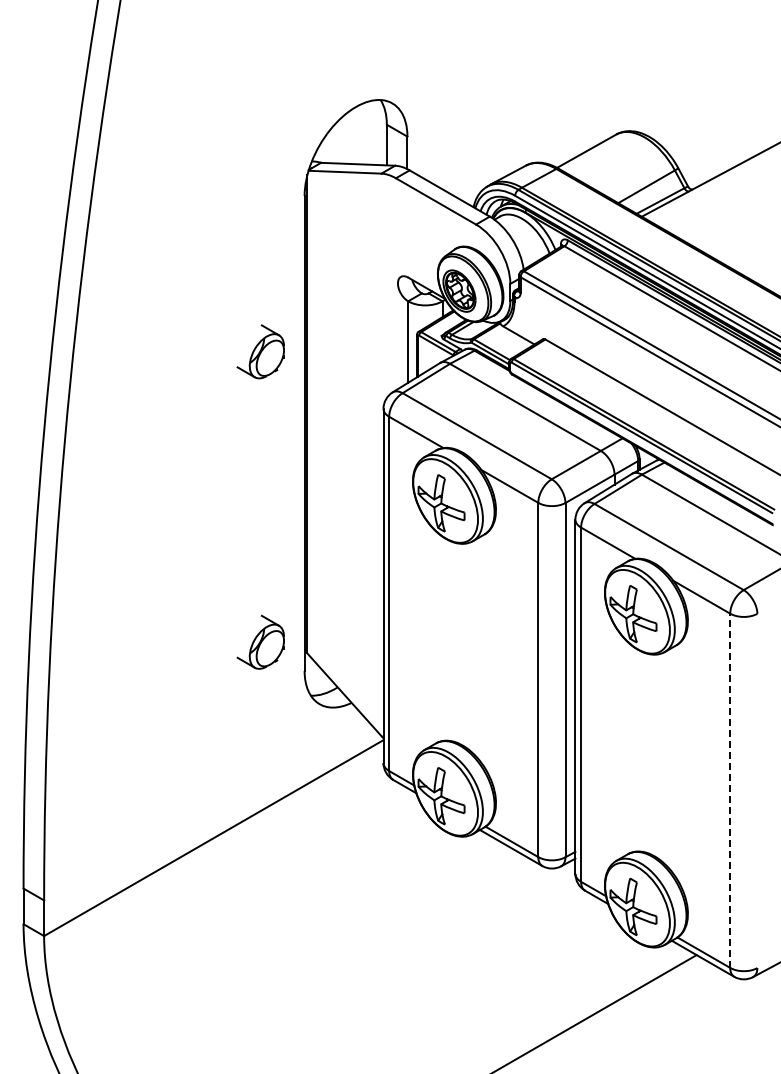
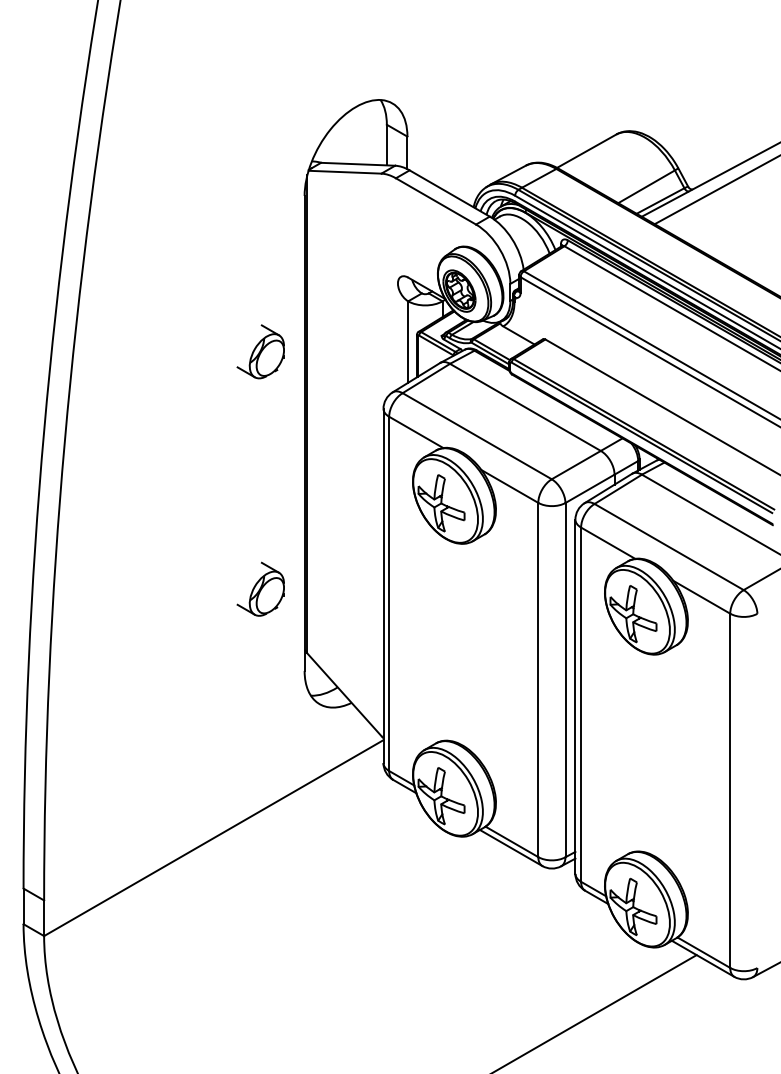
line at (715, 190): none -> present
part at (260, 641) position: (260, 641) -> (260, 588)
line at (730, 790): dashed -> solid
